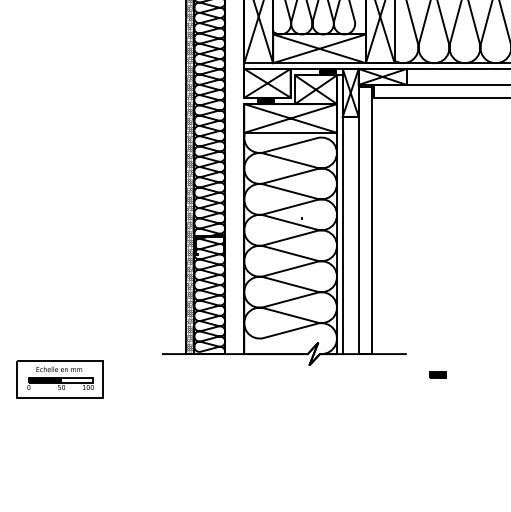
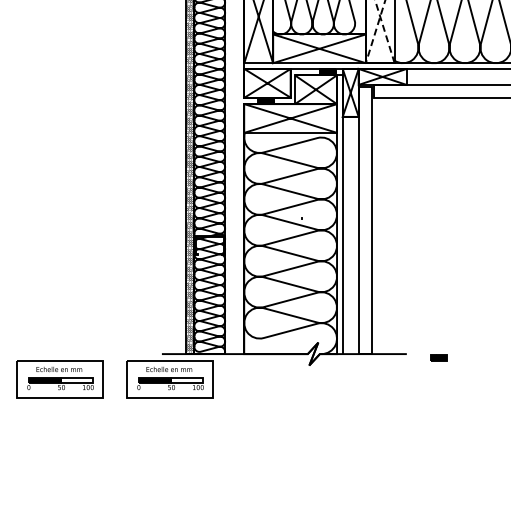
line at (385, 0): solid -> dashed
part at (437, 374) position: (437, 374) -> (438, 357)
part at (169, 379): none -> present
